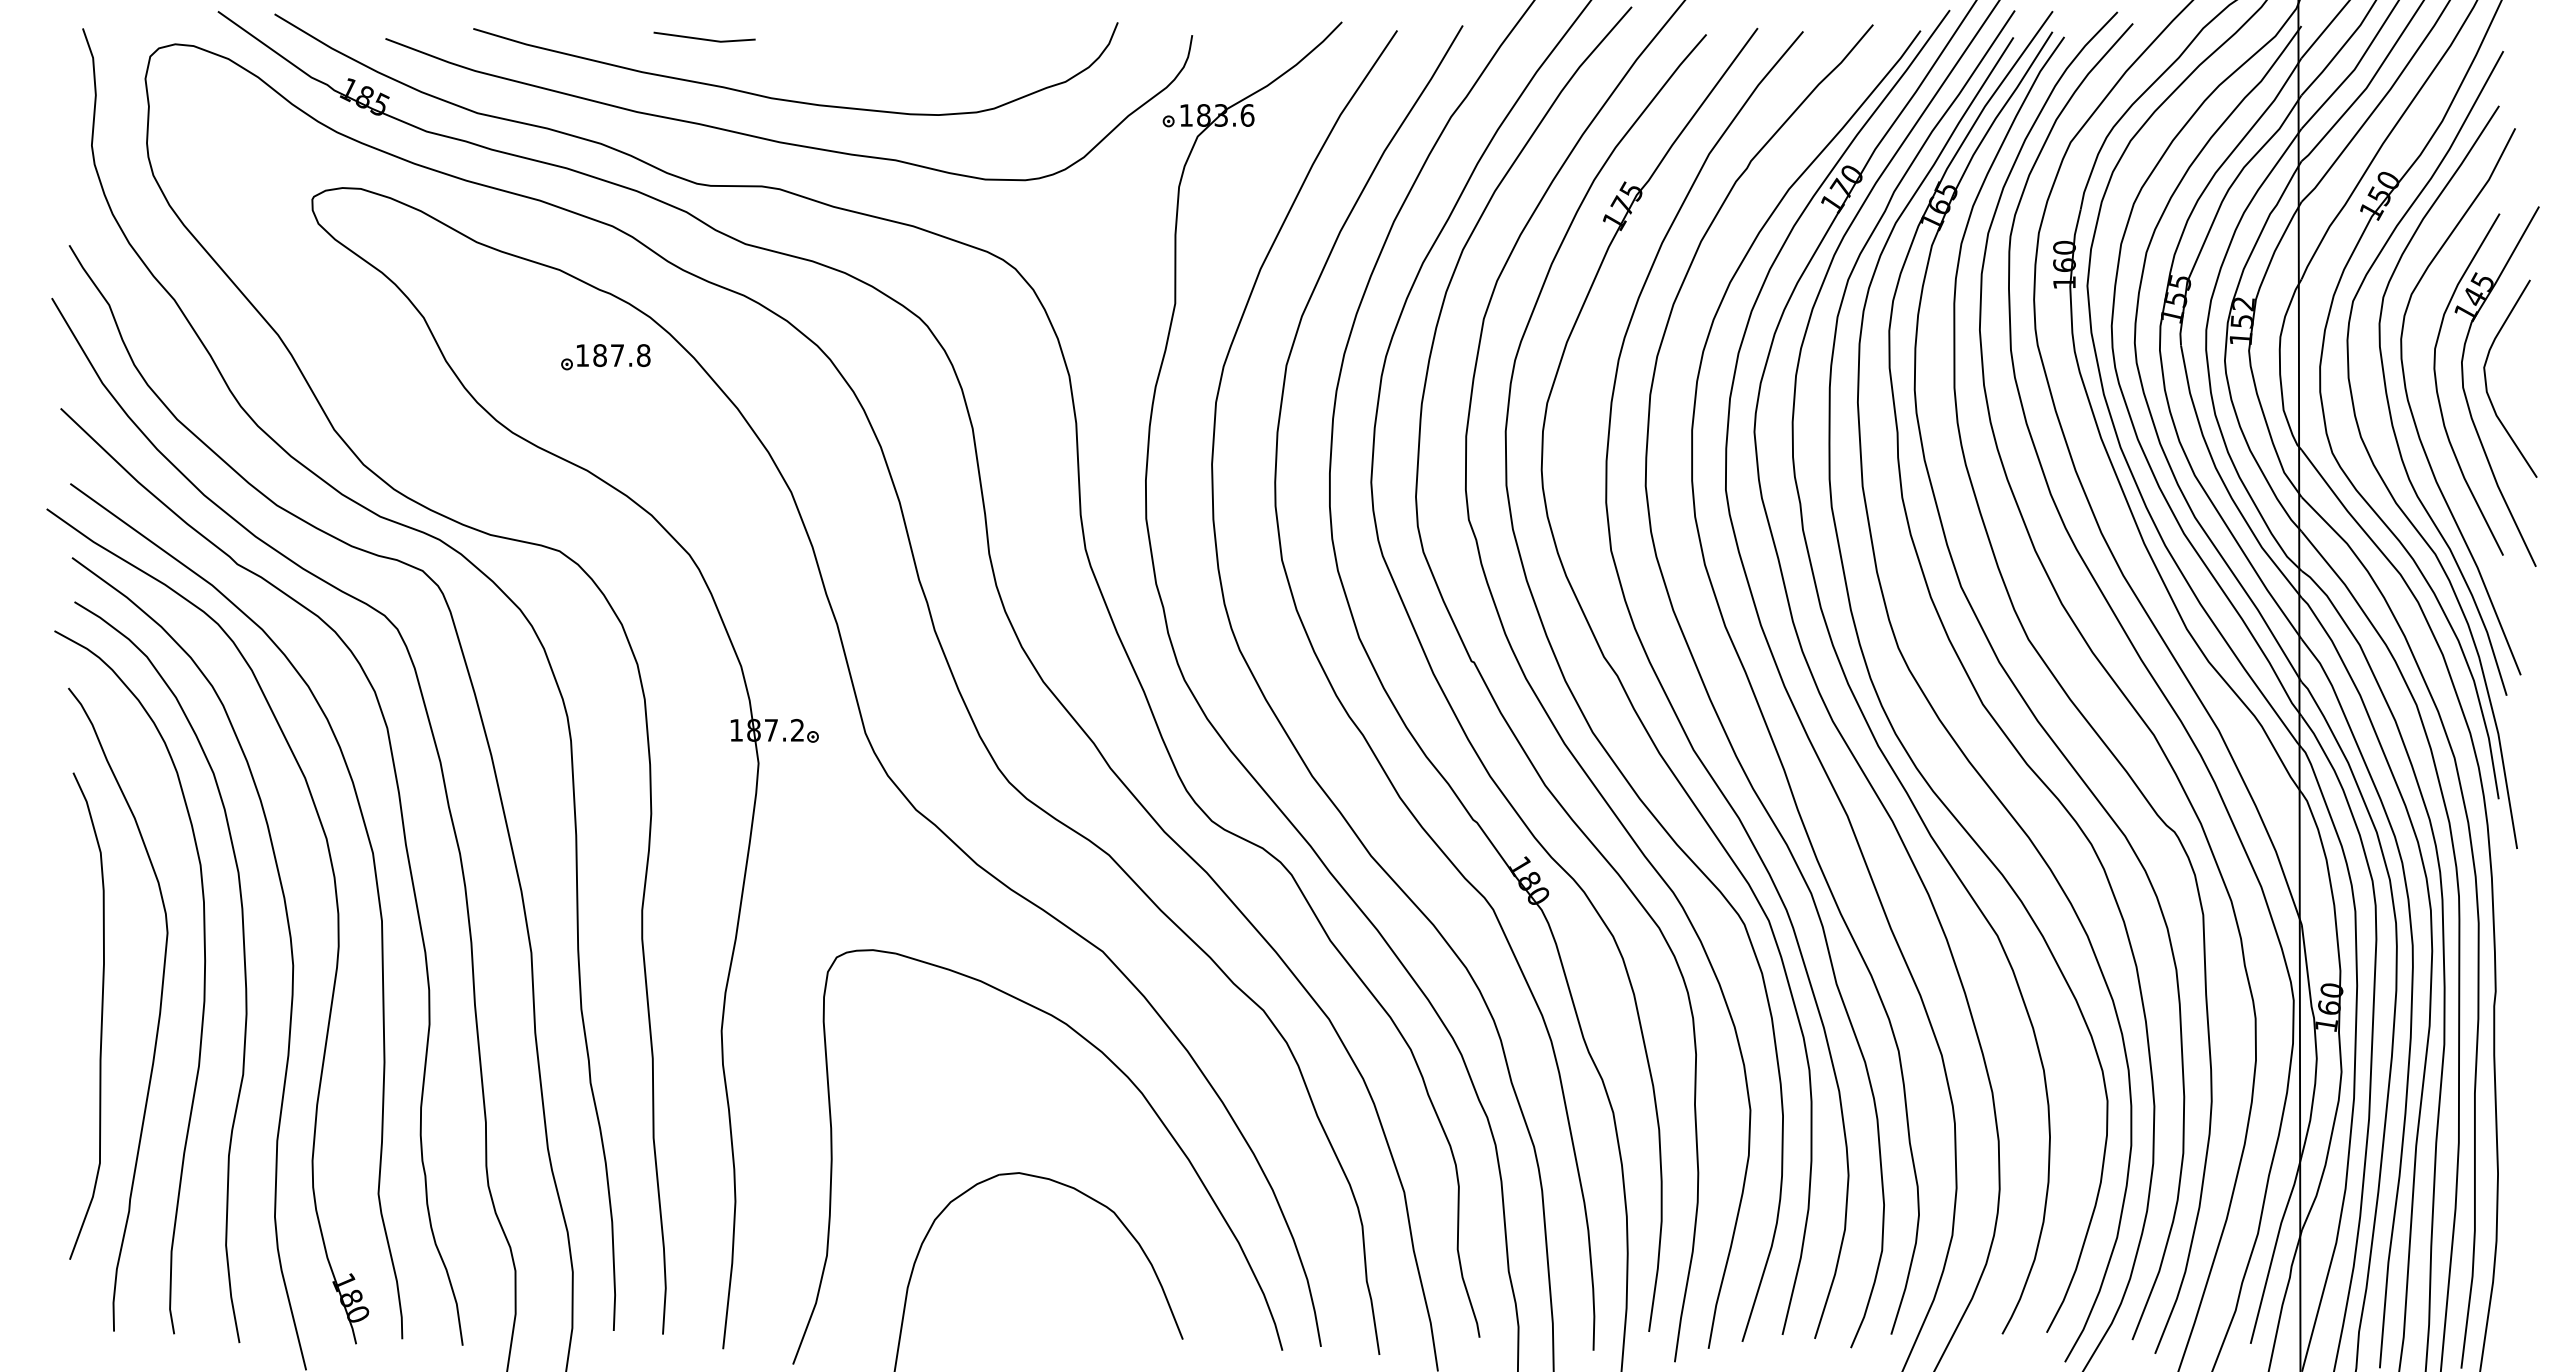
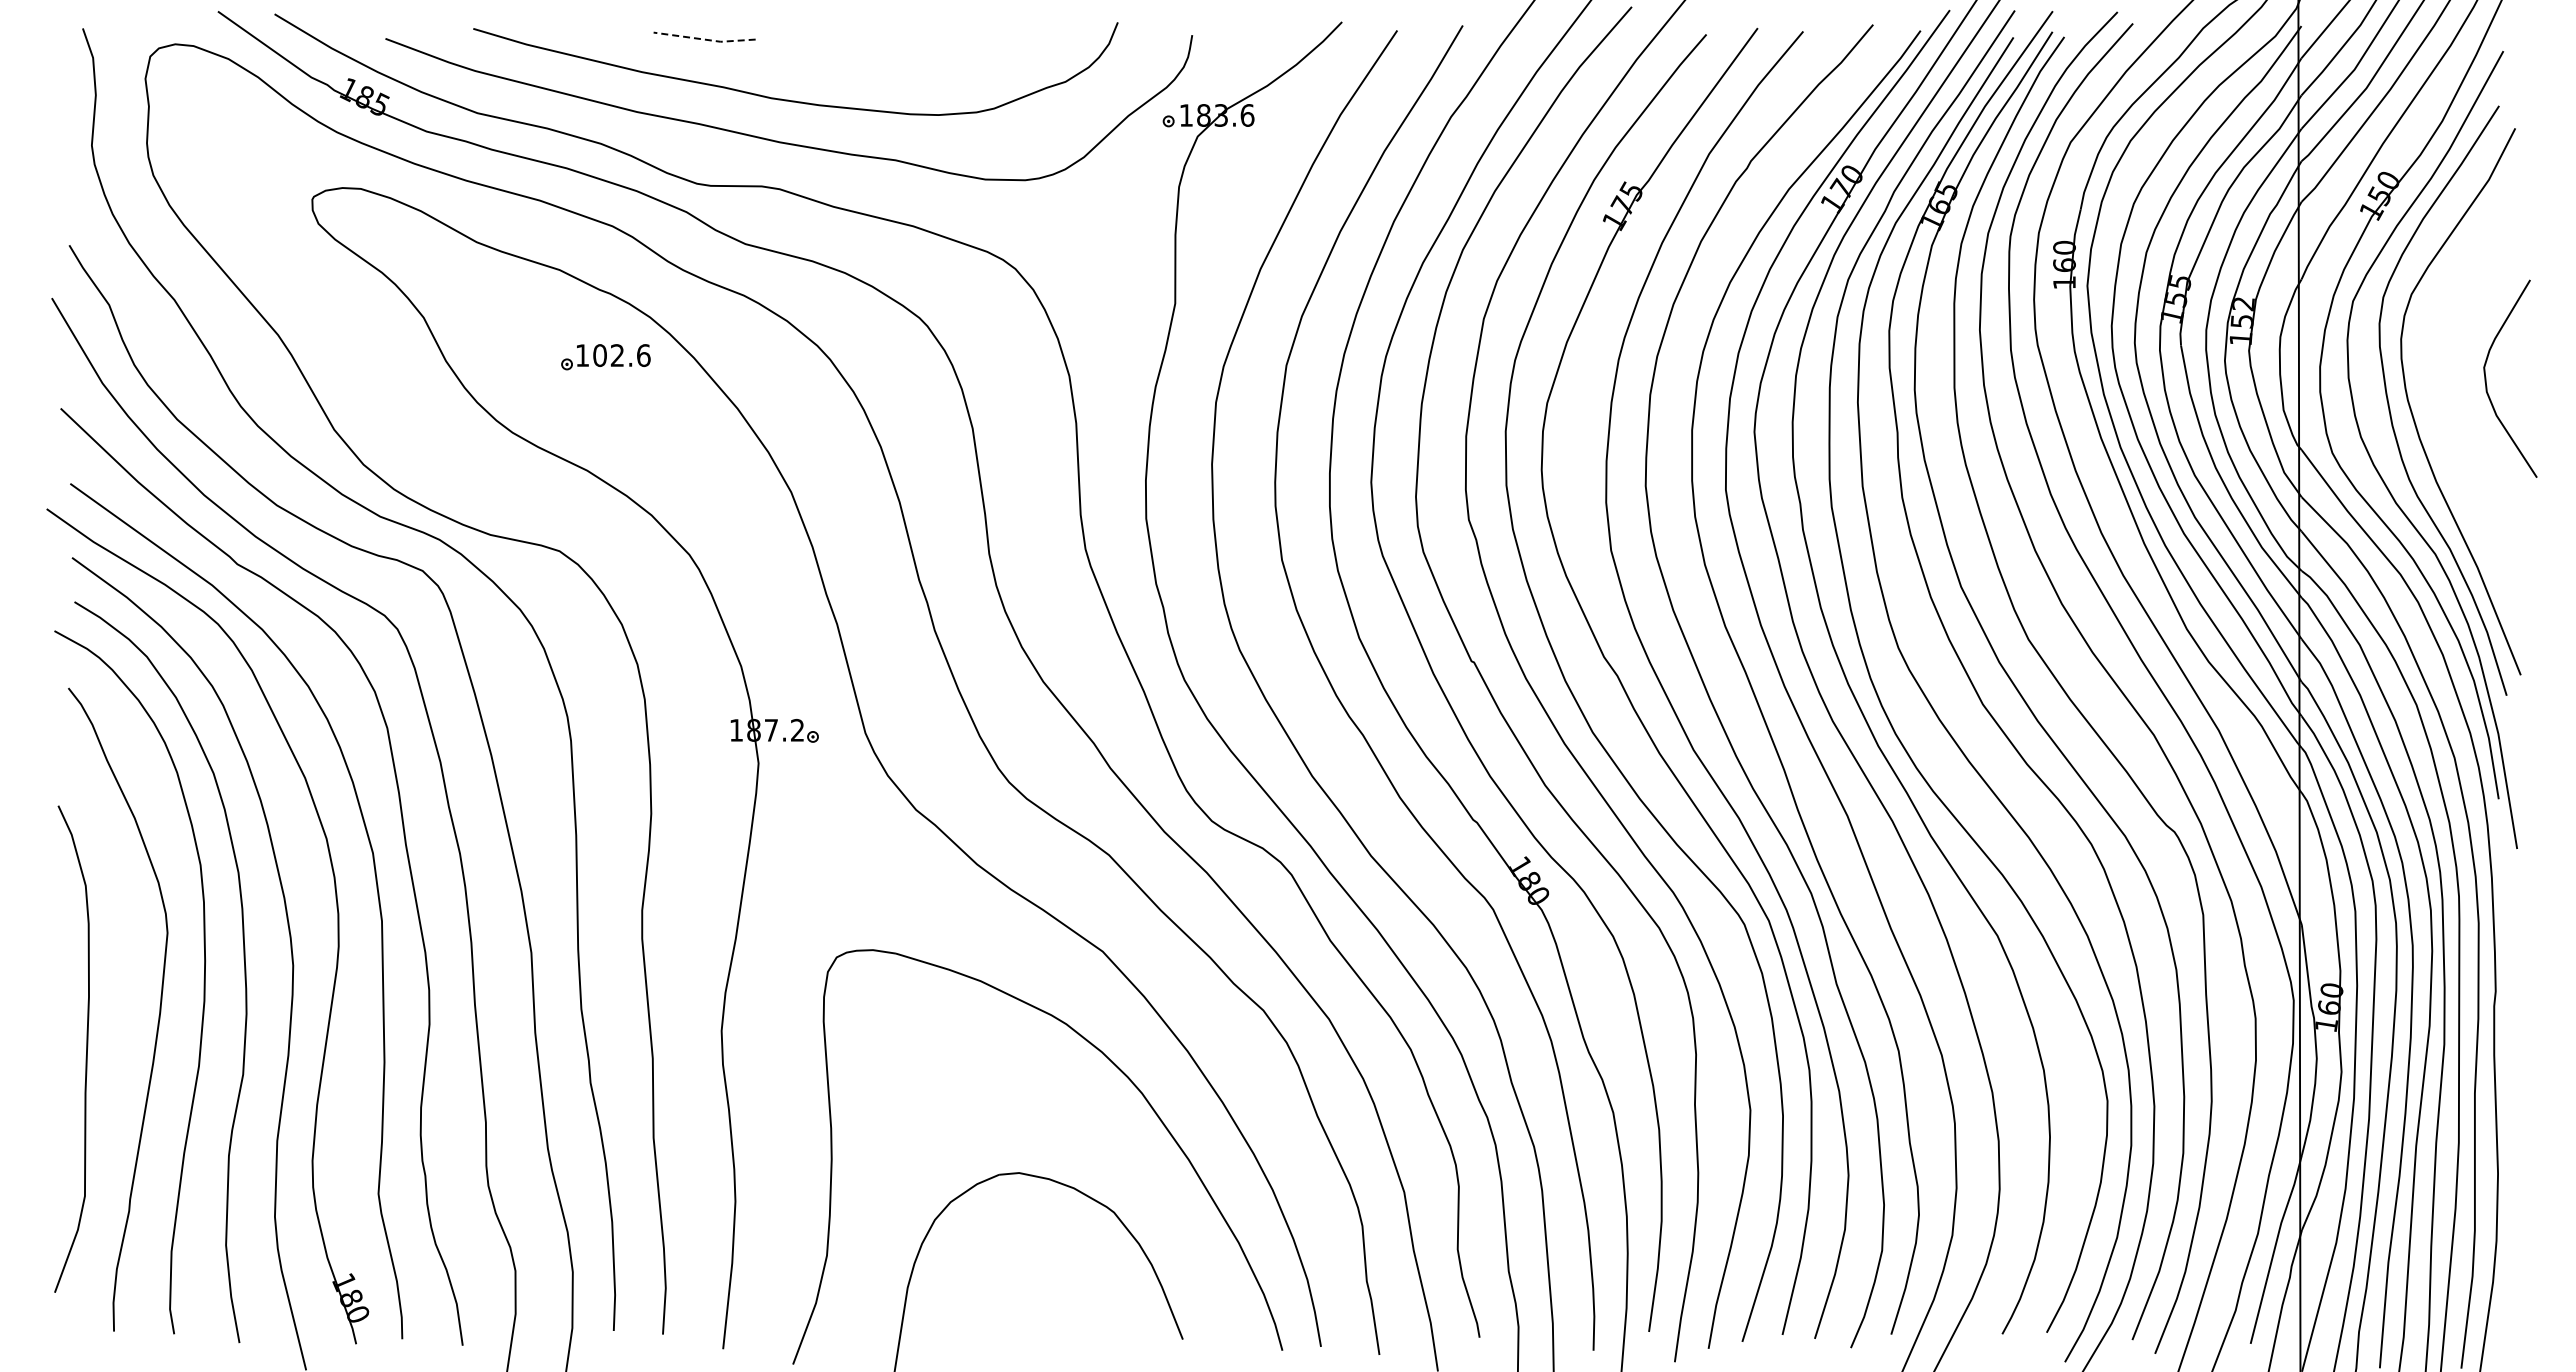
line at (704, 39): solid -> dashed
text at (621, 355): 187.8 -> 102.6
part at (2465, 391): present -> none
curve at (101, 1015) position: (101, 1015) -> (86, 1048)
